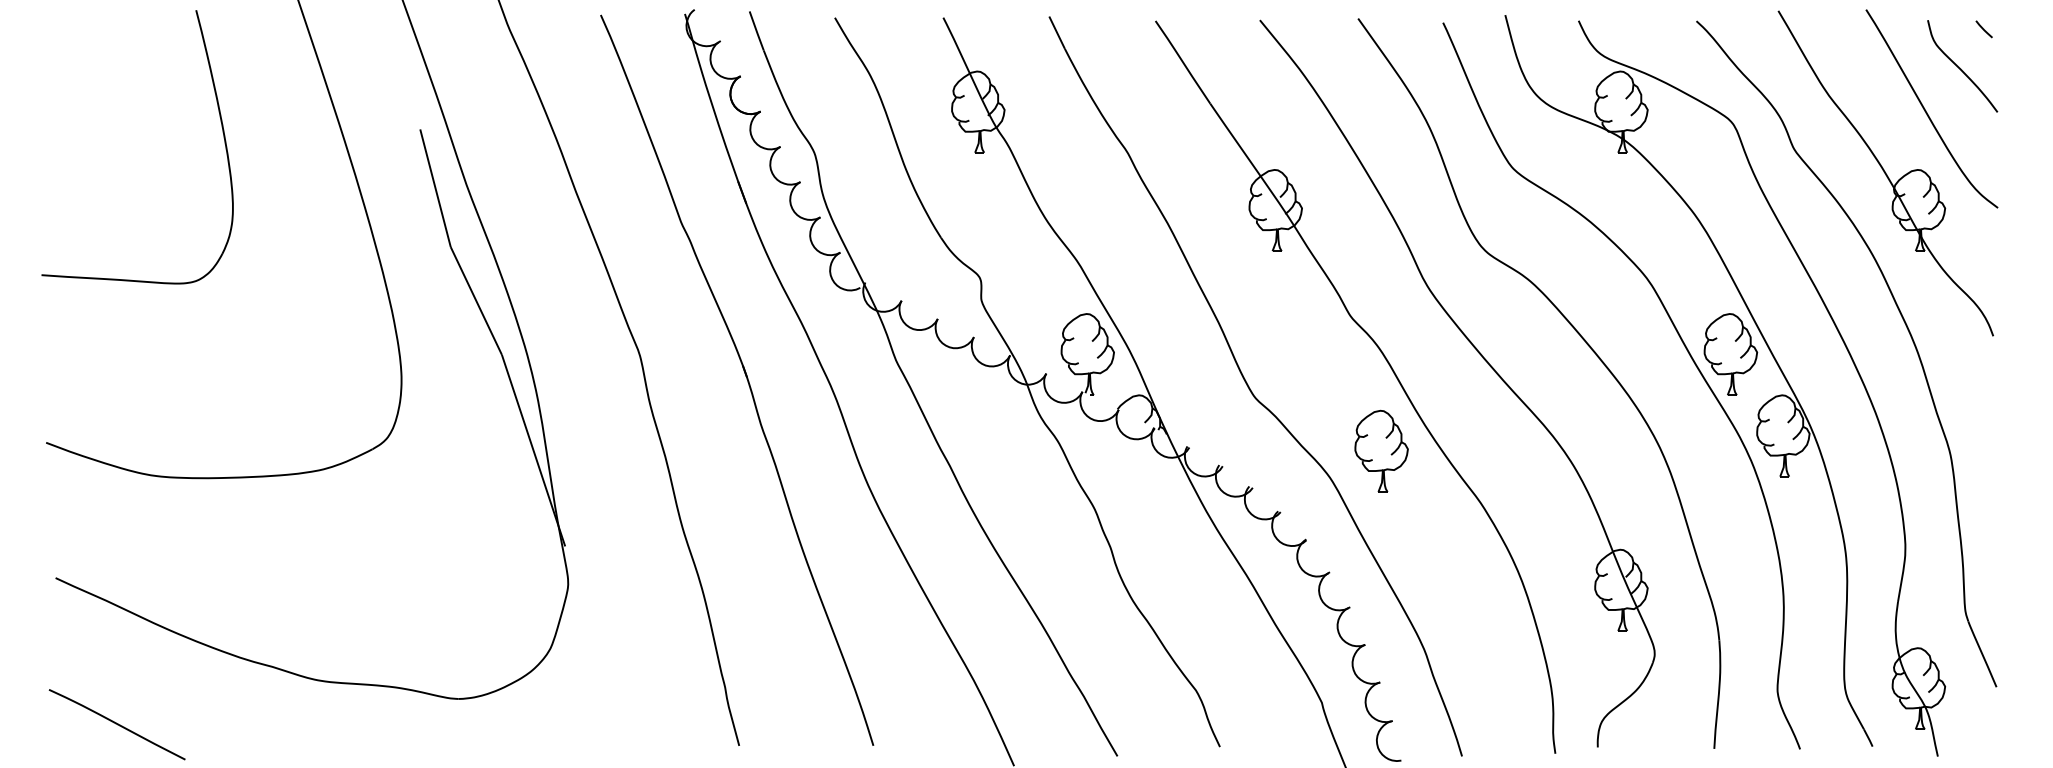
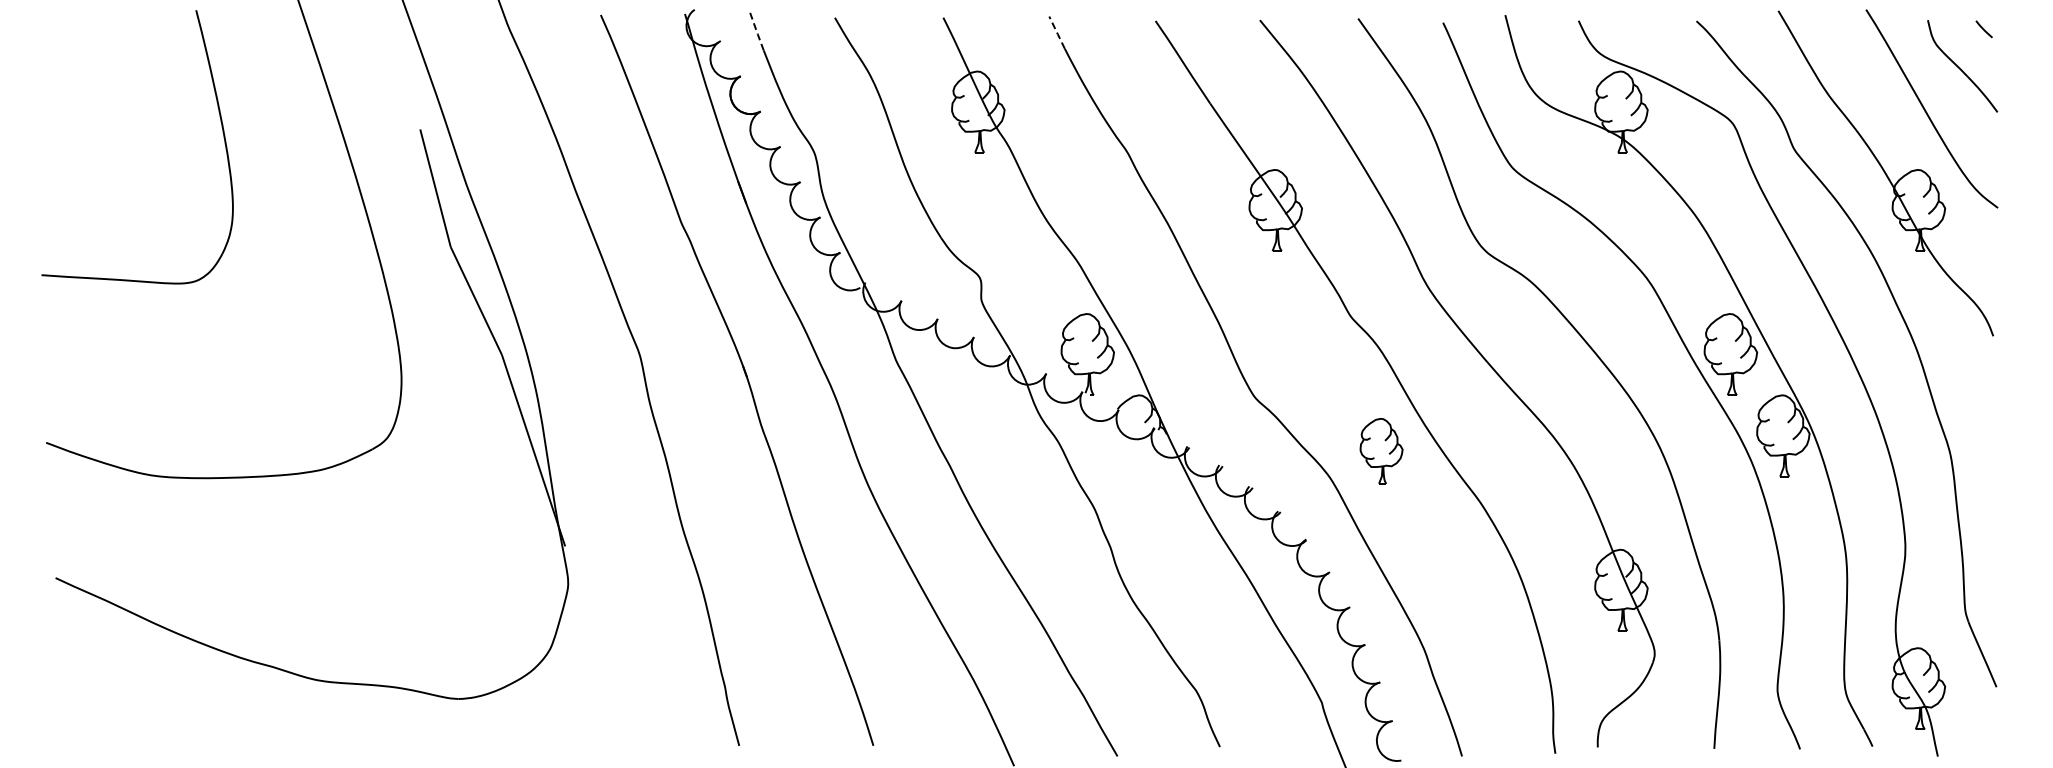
line at (756, 31): solid -> dashed
line at (1057, 33): solid -> dashed
part at (1381, 450) size: 55x84 px -> 45x67 px
curve at (116, 724): present -> none
